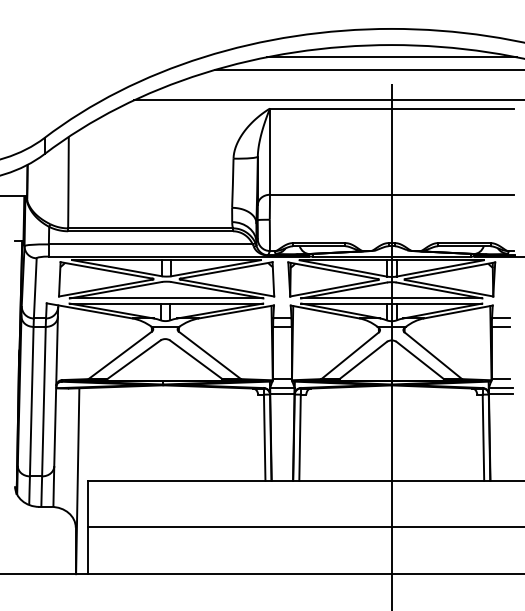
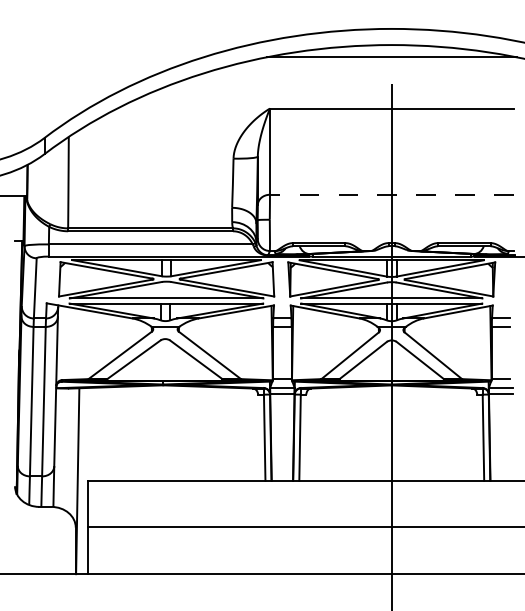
line at (367, 69): present -> none
line at (327, 100): present -> none
line at (391, 194): solid -> dashed
